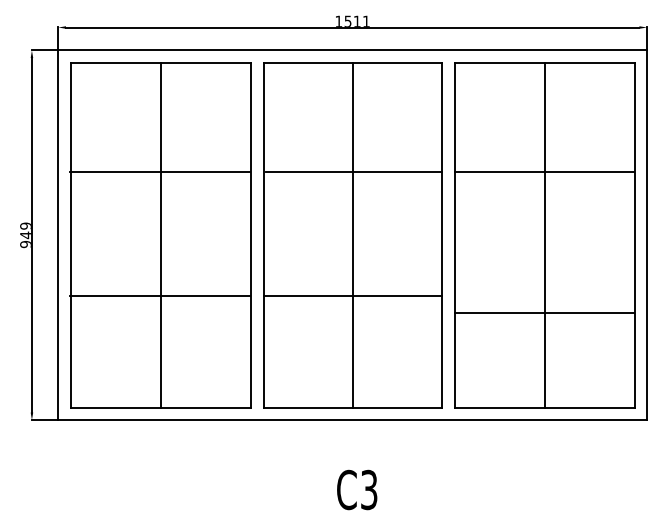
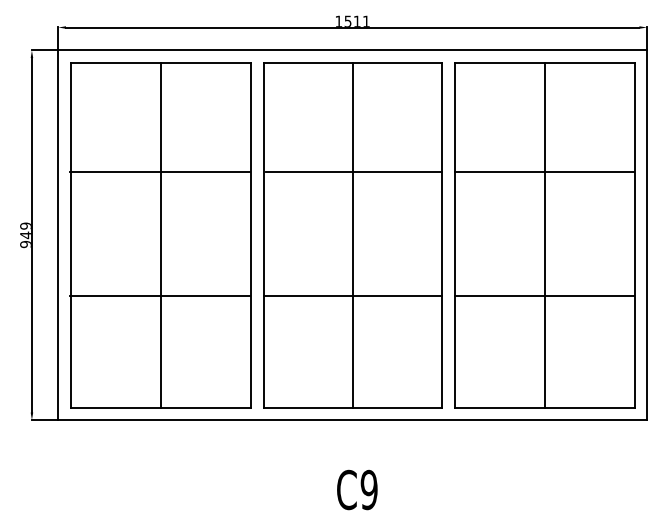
line at (544, 312) position: (544, 312) -> (544, 295)
text at (368, 489): C3 -> C9
